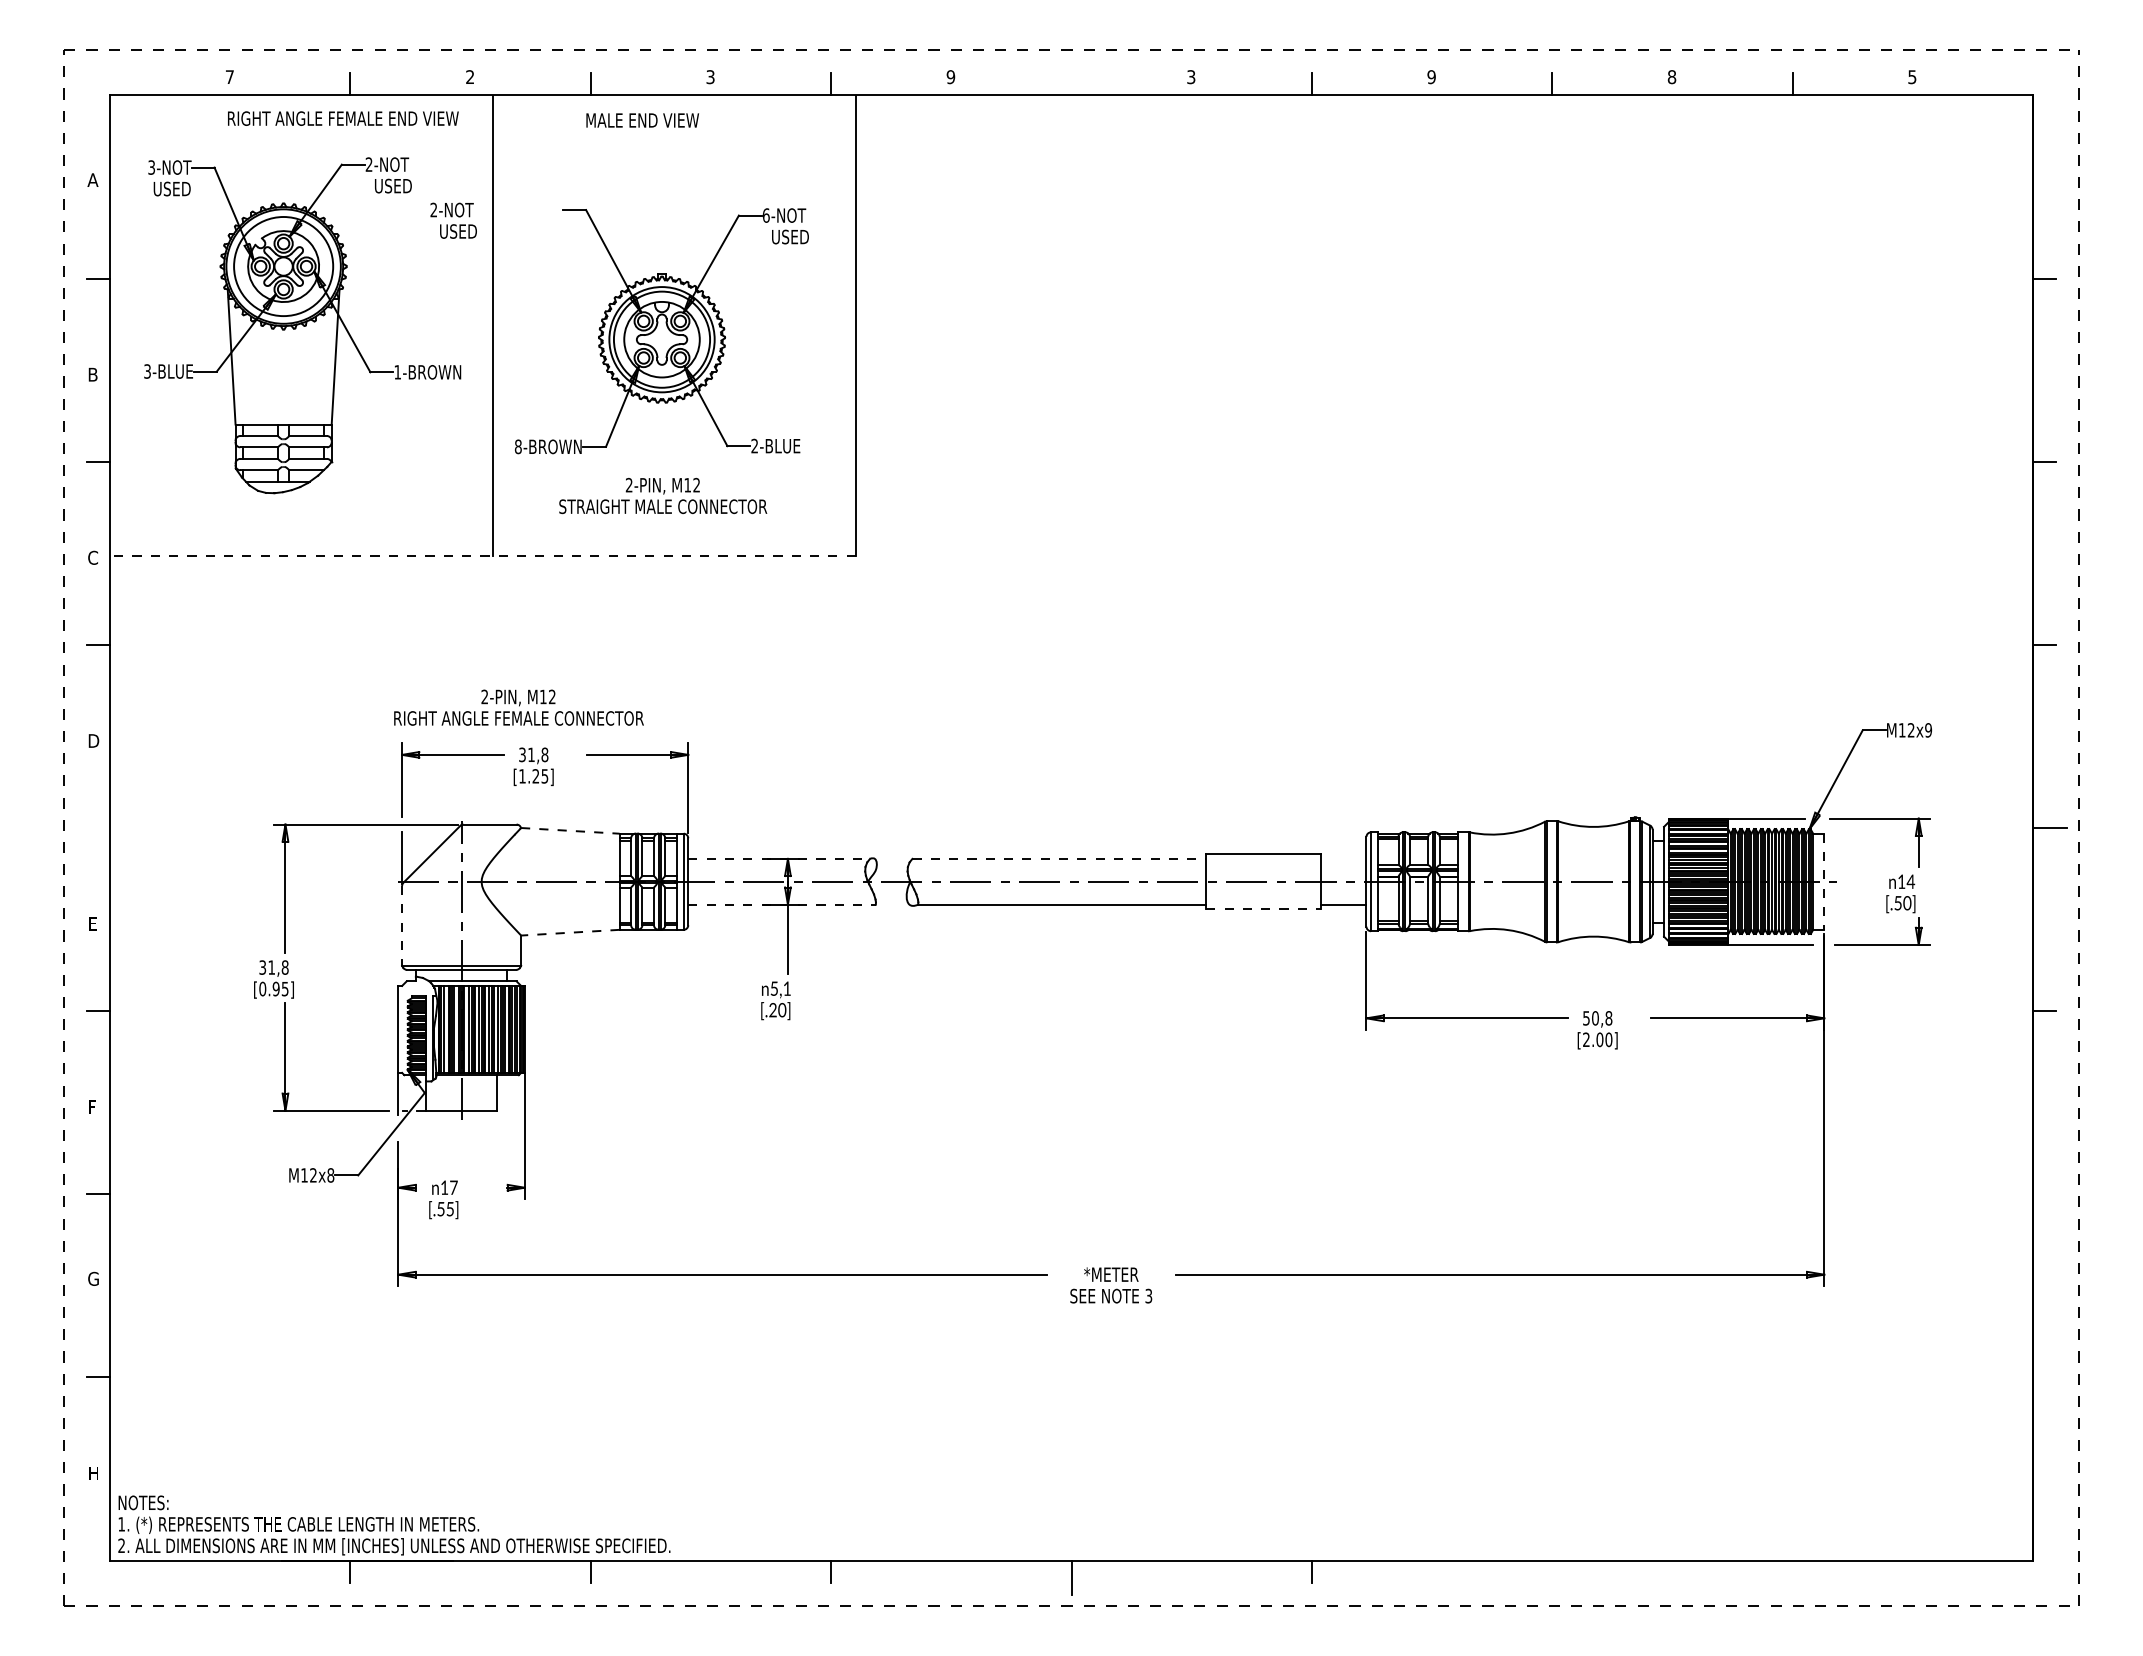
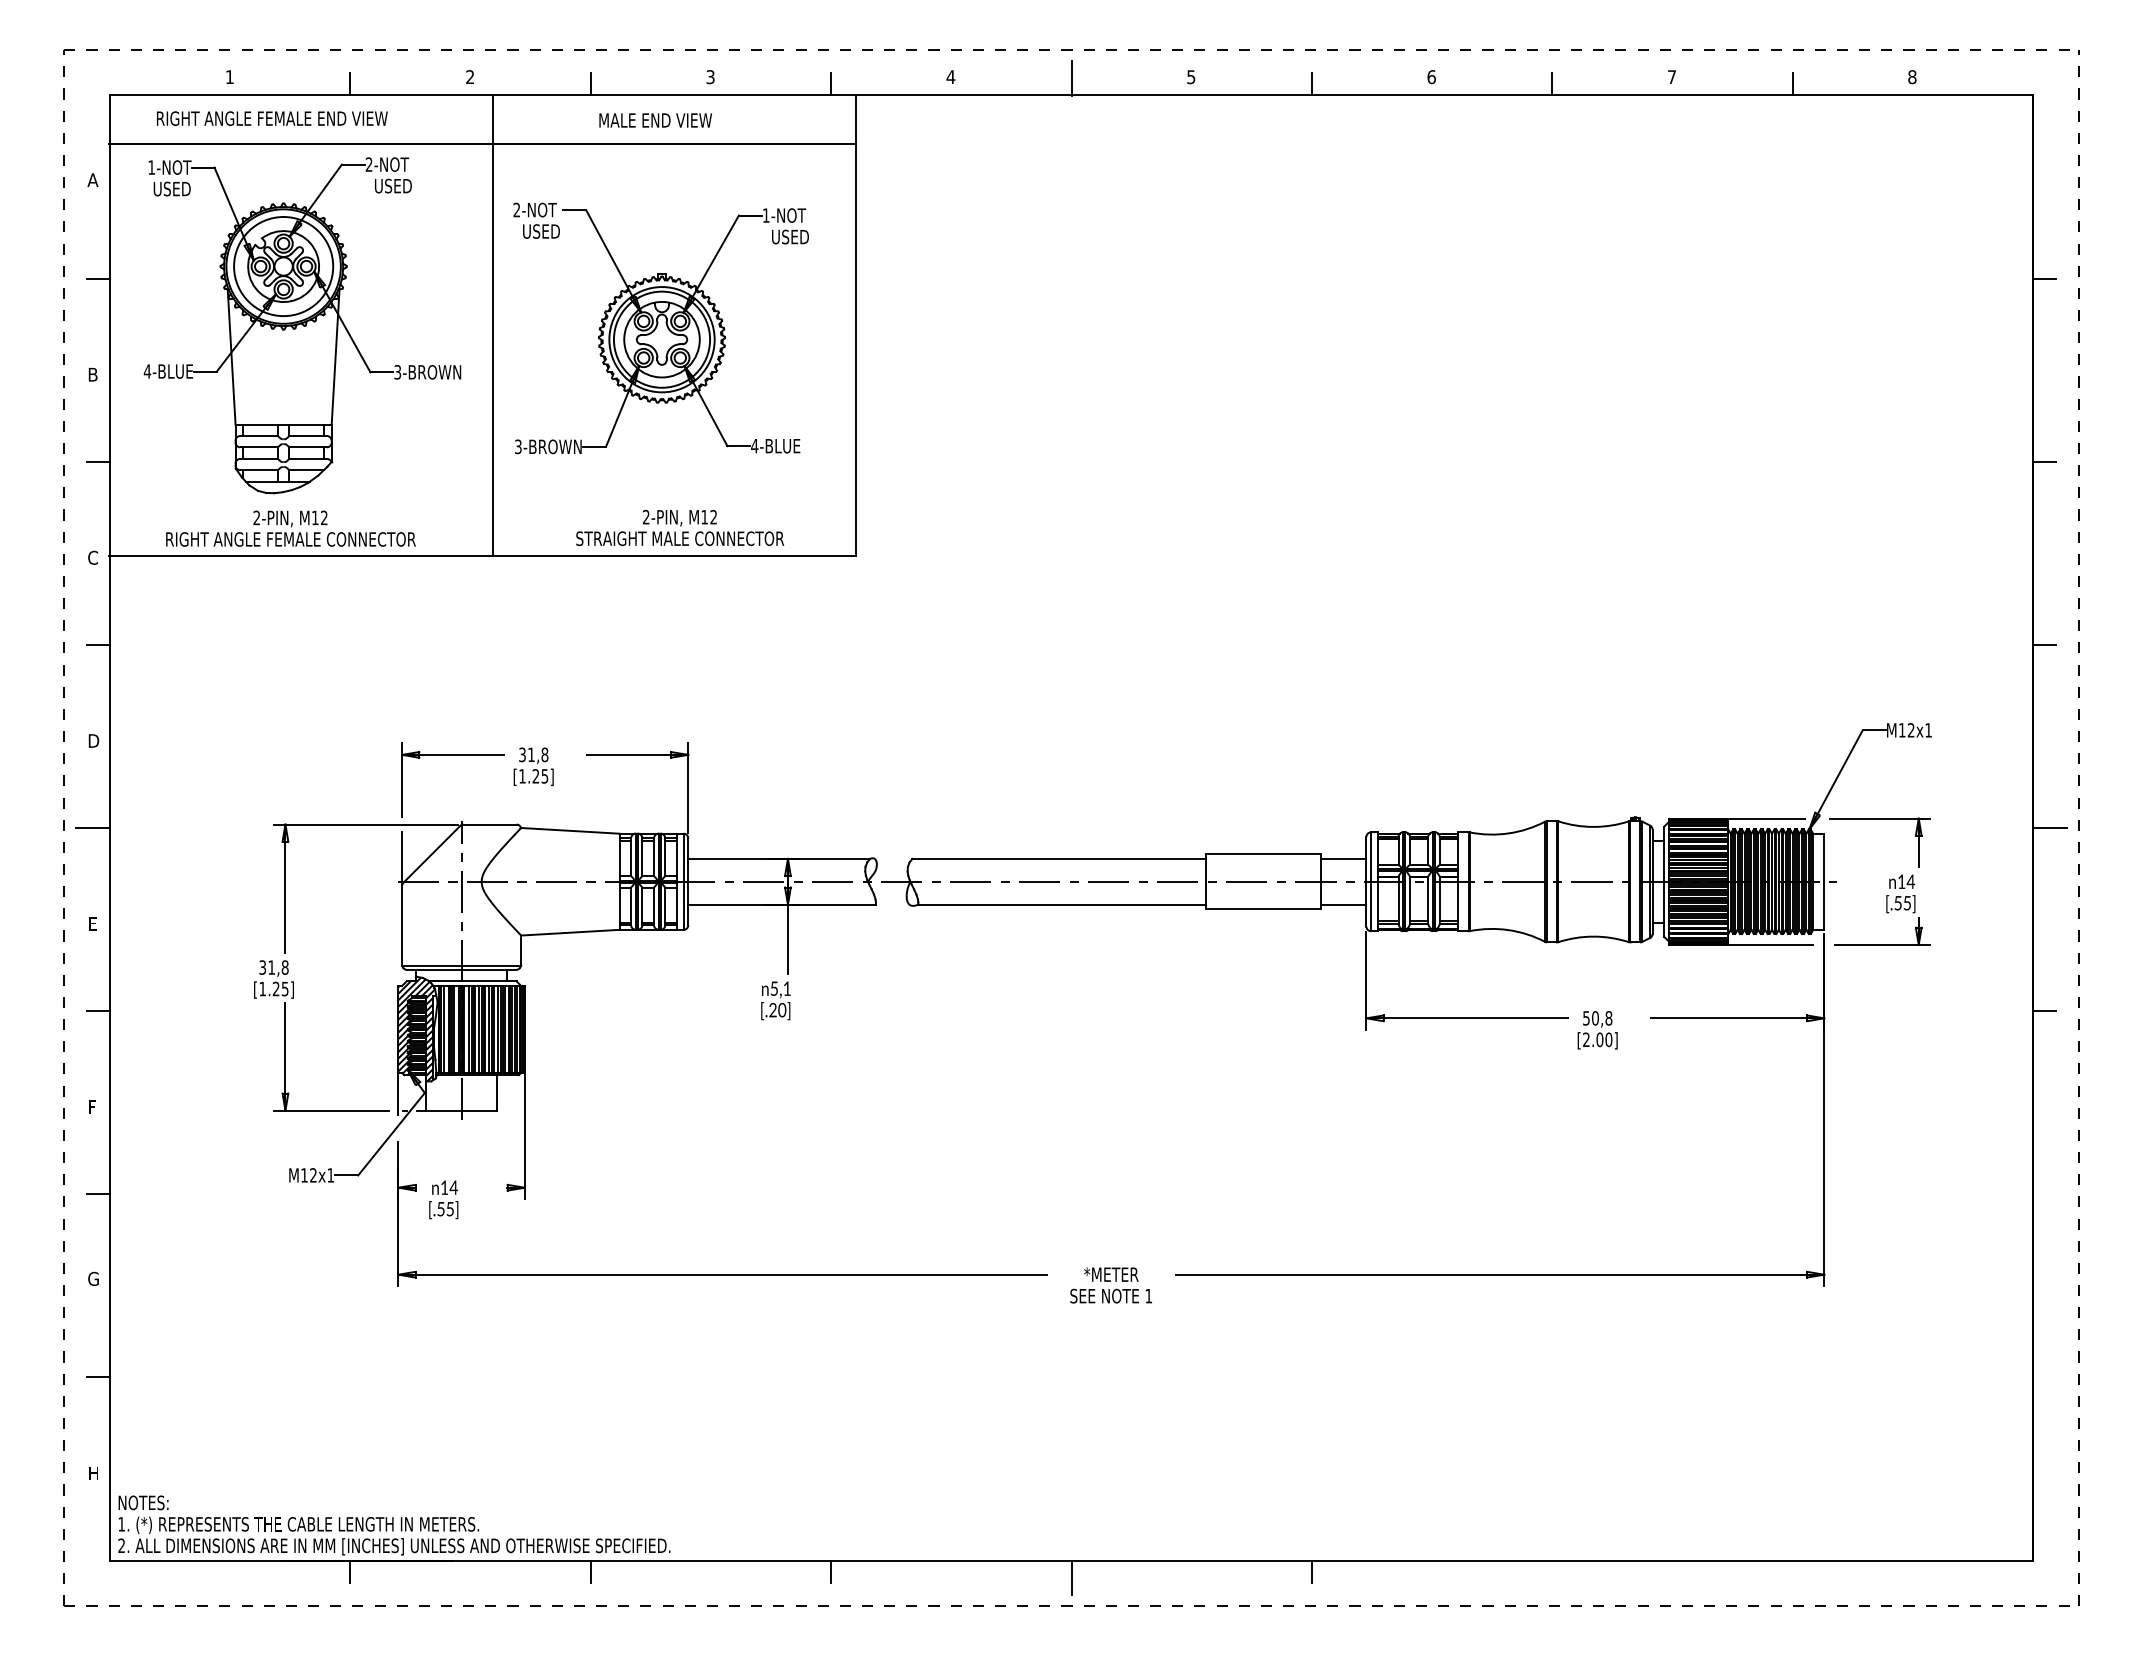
text at (229, 76): 7 -> 1
text at (1191, 76): 3 -> 5
text at (950, 77): 9 -> 4
text at (1431, 77): 9 -> 6
text at (1671, 77): 8 -> 7
text at (1912, 77): 5 -> 8
line at (1071, 78): none -> present
text at (343, 118) position: (343, 118) -> (272, 118)
text at (642, 120) position: (642, 120) -> (655, 120)
line at (482, 143): none -> present
text at (151, 167): 3-NOT -> 1-NOT
text at (765, 215): 6-NOT -> 1-NOT
text at (453, 220) position: (453, 220) -> (536, 220)
text at (147, 371): 3-BLUE -> 4-BLUE
text at (397, 372): 1-BROWN -> 3-BROWN
text at (754, 445): 2-BLUE -> 4-BLUE
text at (517, 446): 8-BROWN -> 3-BROWN
text at (663, 495) position: (663, 495) -> (680, 527)
line at (482, 555): dashed -> solid
text at (518, 707) position: (518, 707) -> (290, 528)
text at (1928, 730): M12x9 -> M12x1
line at (92, 828): none -> present
line at (570, 830): dashed -> solid
line at (779, 858): dashed -> solid
line at (1059, 858): dashed -> solid
line at (1343, 858): none -> present
line at (1824, 882): dashed -> solid
text at (1907, 903): [.50] -> [.55]
line at (782, 904): dashed -> solid
line at (1263, 909): dashed -> solid
line at (402, 925): dashed -> solid
line at (569, 932): dashed -> solid
text at (269, 988): [0.95] -> [1.25]
hatch at (417, 1029): none -> present
text at (330, 1175): M12x8 -> M12x1
text at (453, 1187): 17 -> 14
text at (1148, 1295): 3 -> 1
